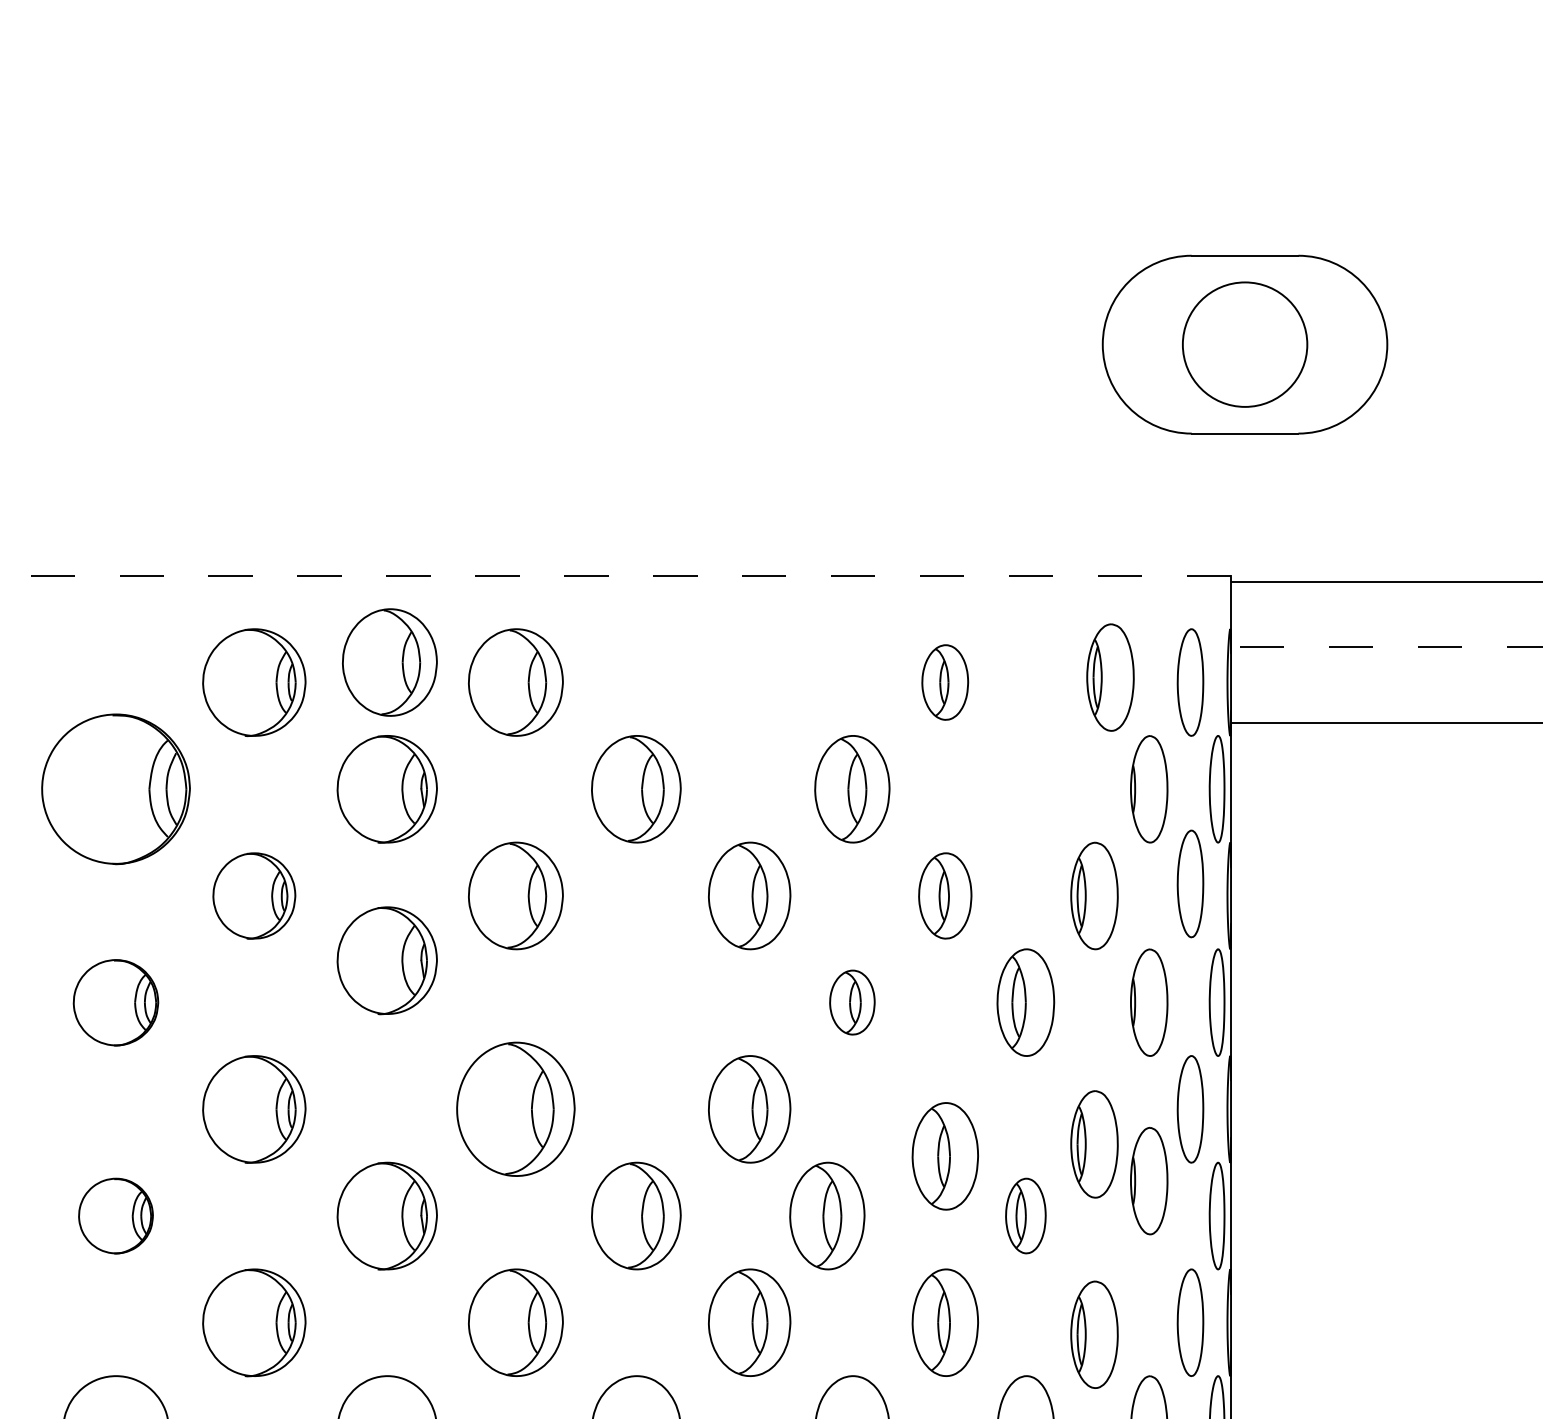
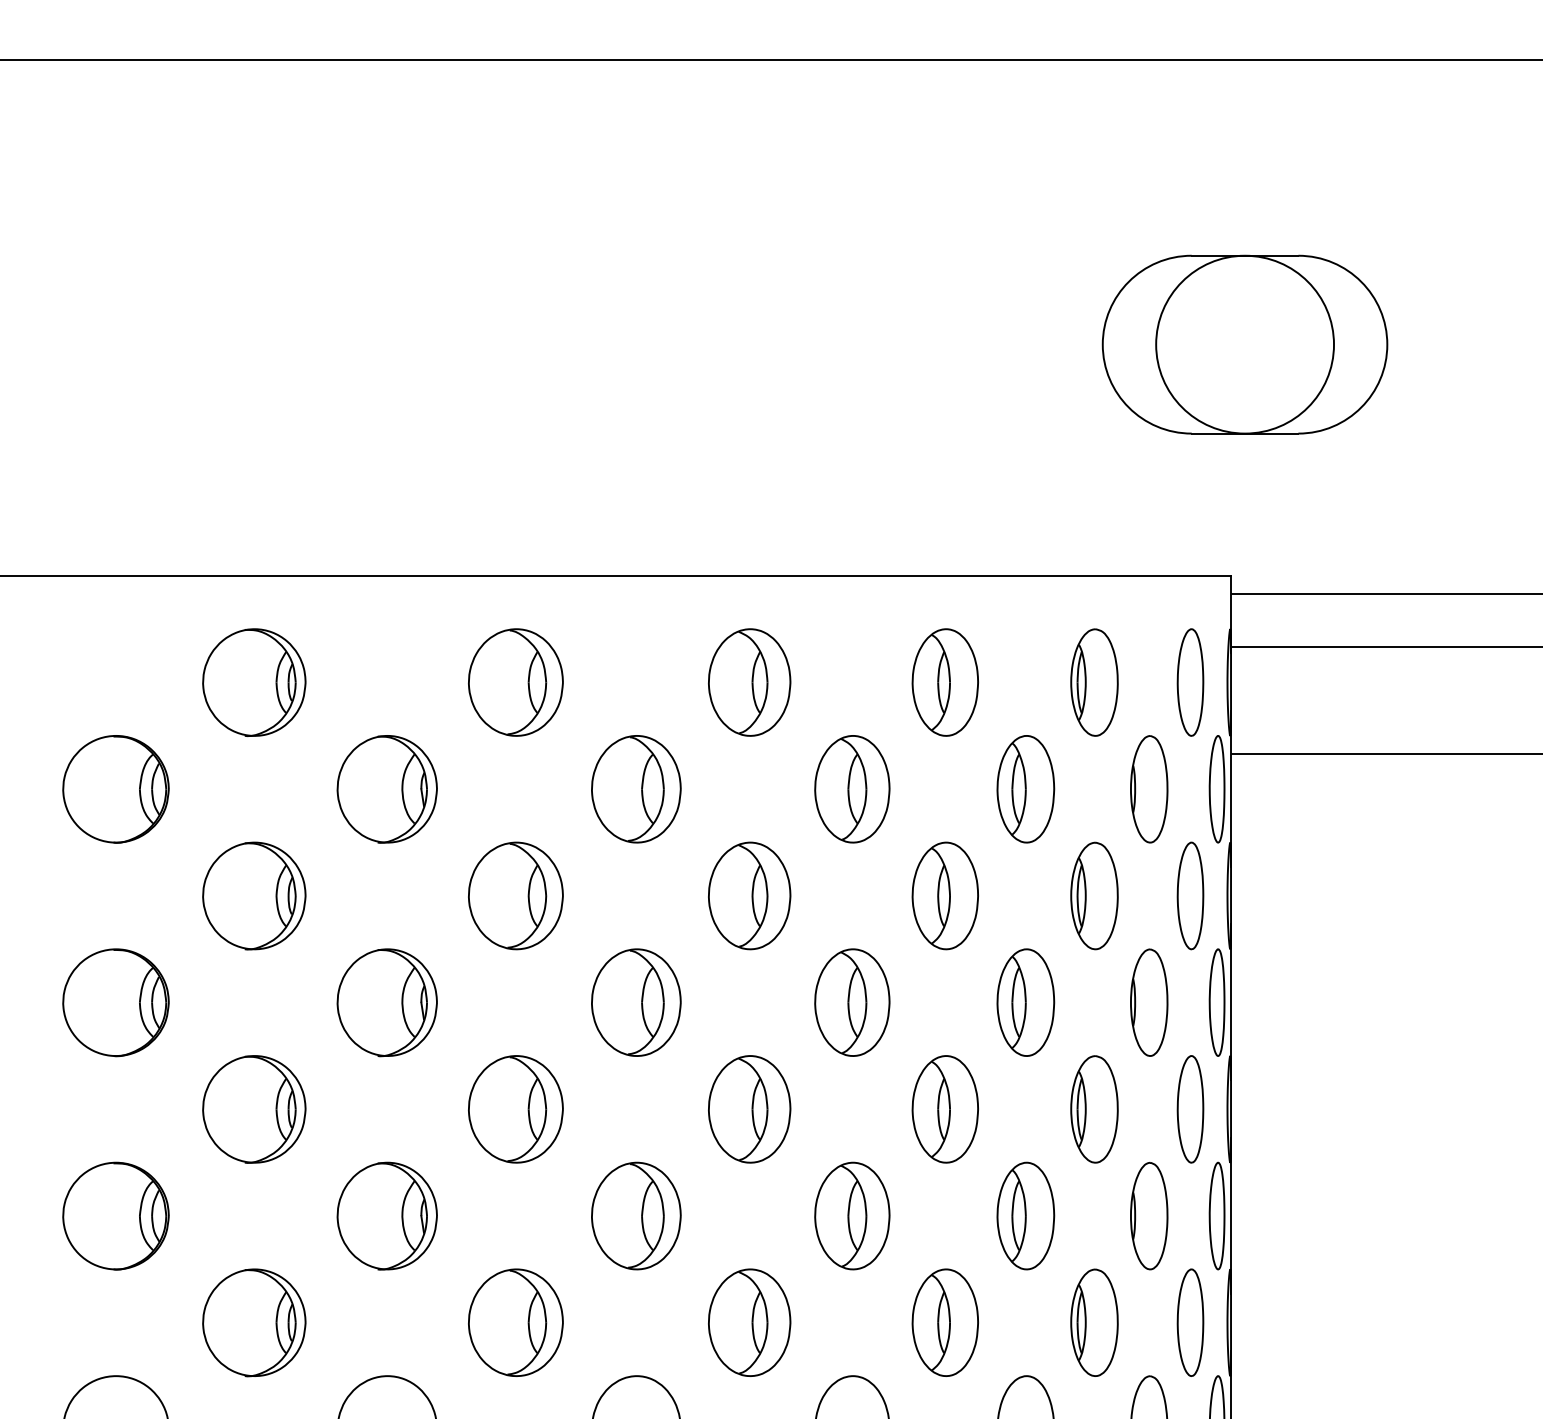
line at (770, 60): none -> present
circle at (1244, 344) diameter: 124 px -> 178 px
line at (615, 575): dashed -> solid
line at (1385, 581) position: (1385, 581) -> (1385, 593)
line at (1386, 647): dashed -> solid
part at (389, 662): present -> none
part at (1110, 677) position: (1110, 677) -> (1094, 682)
part at (749, 682): none -> present
part at (945, 682) size: 49x77 px -> 68x109 px
line at (1385, 722) position: (1385, 722) -> (1385, 753)
part at (115, 789) size: 150x153 px -> 108x109 px
part at (1025, 789): none -> present
part at (1190, 883) position: (1190, 883) -> (1190, 895)
part at (254, 895) size: 85x88 px -> 105x110 px
part at (945, 895) size: 55x88 px -> 68x110 px
part at (386, 960) position: (386, 960) -> (386, 1002)
part at (115, 1002) size: 88x88 px -> 108x110 px
part at (636, 1002): none -> present
part at (852, 1002) size: 47x67 px -> 77x109 px
part at (515, 1108) size: 120x136 px -> 96x109 px
part at (1094, 1144) position: (1094, 1144) -> (1094, 1109)
part at (944, 1156) position: (944, 1156) -> (944, 1109)
part at (1149, 1181) position: (1149, 1181) -> (1149, 1216)
part at (115, 1215) size: 76x78 px -> 108x110 px
part at (827, 1215) position: (827, 1215) -> (852, 1215)
part at (1025, 1215) size: 42x78 px -> 60x110 px
part at (1094, 1334) position: (1094, 1334) -> (1094, 1322)
